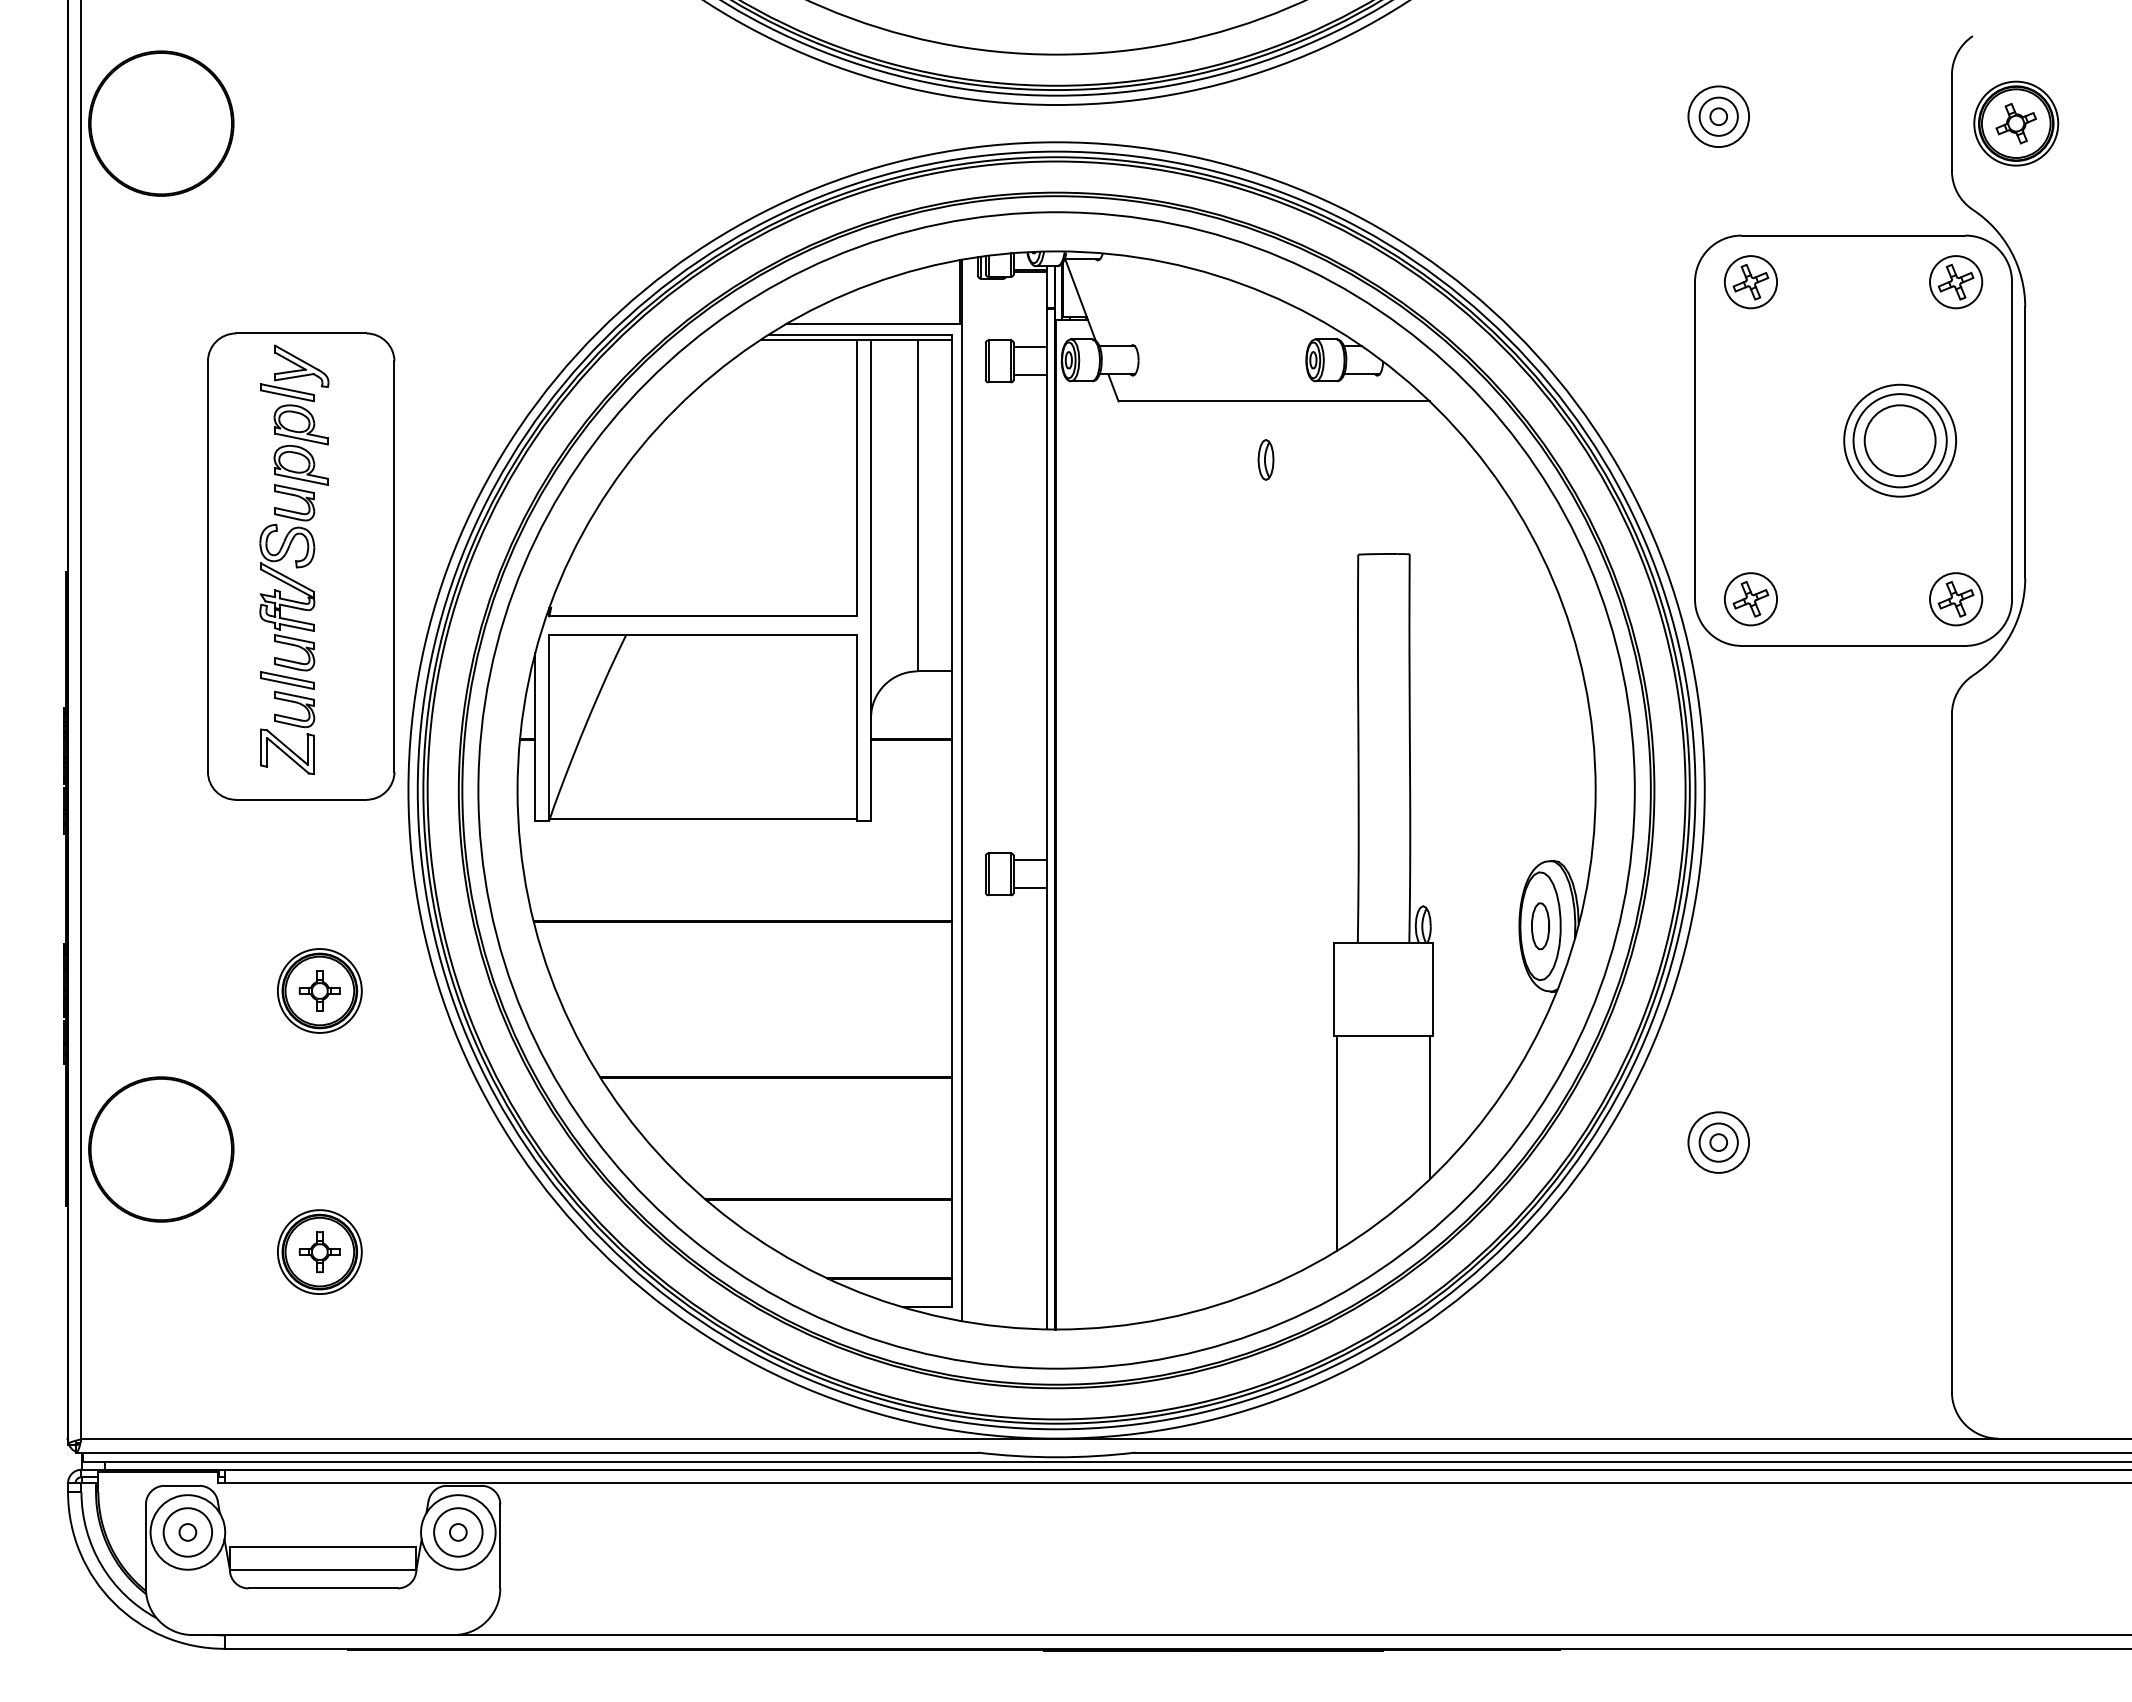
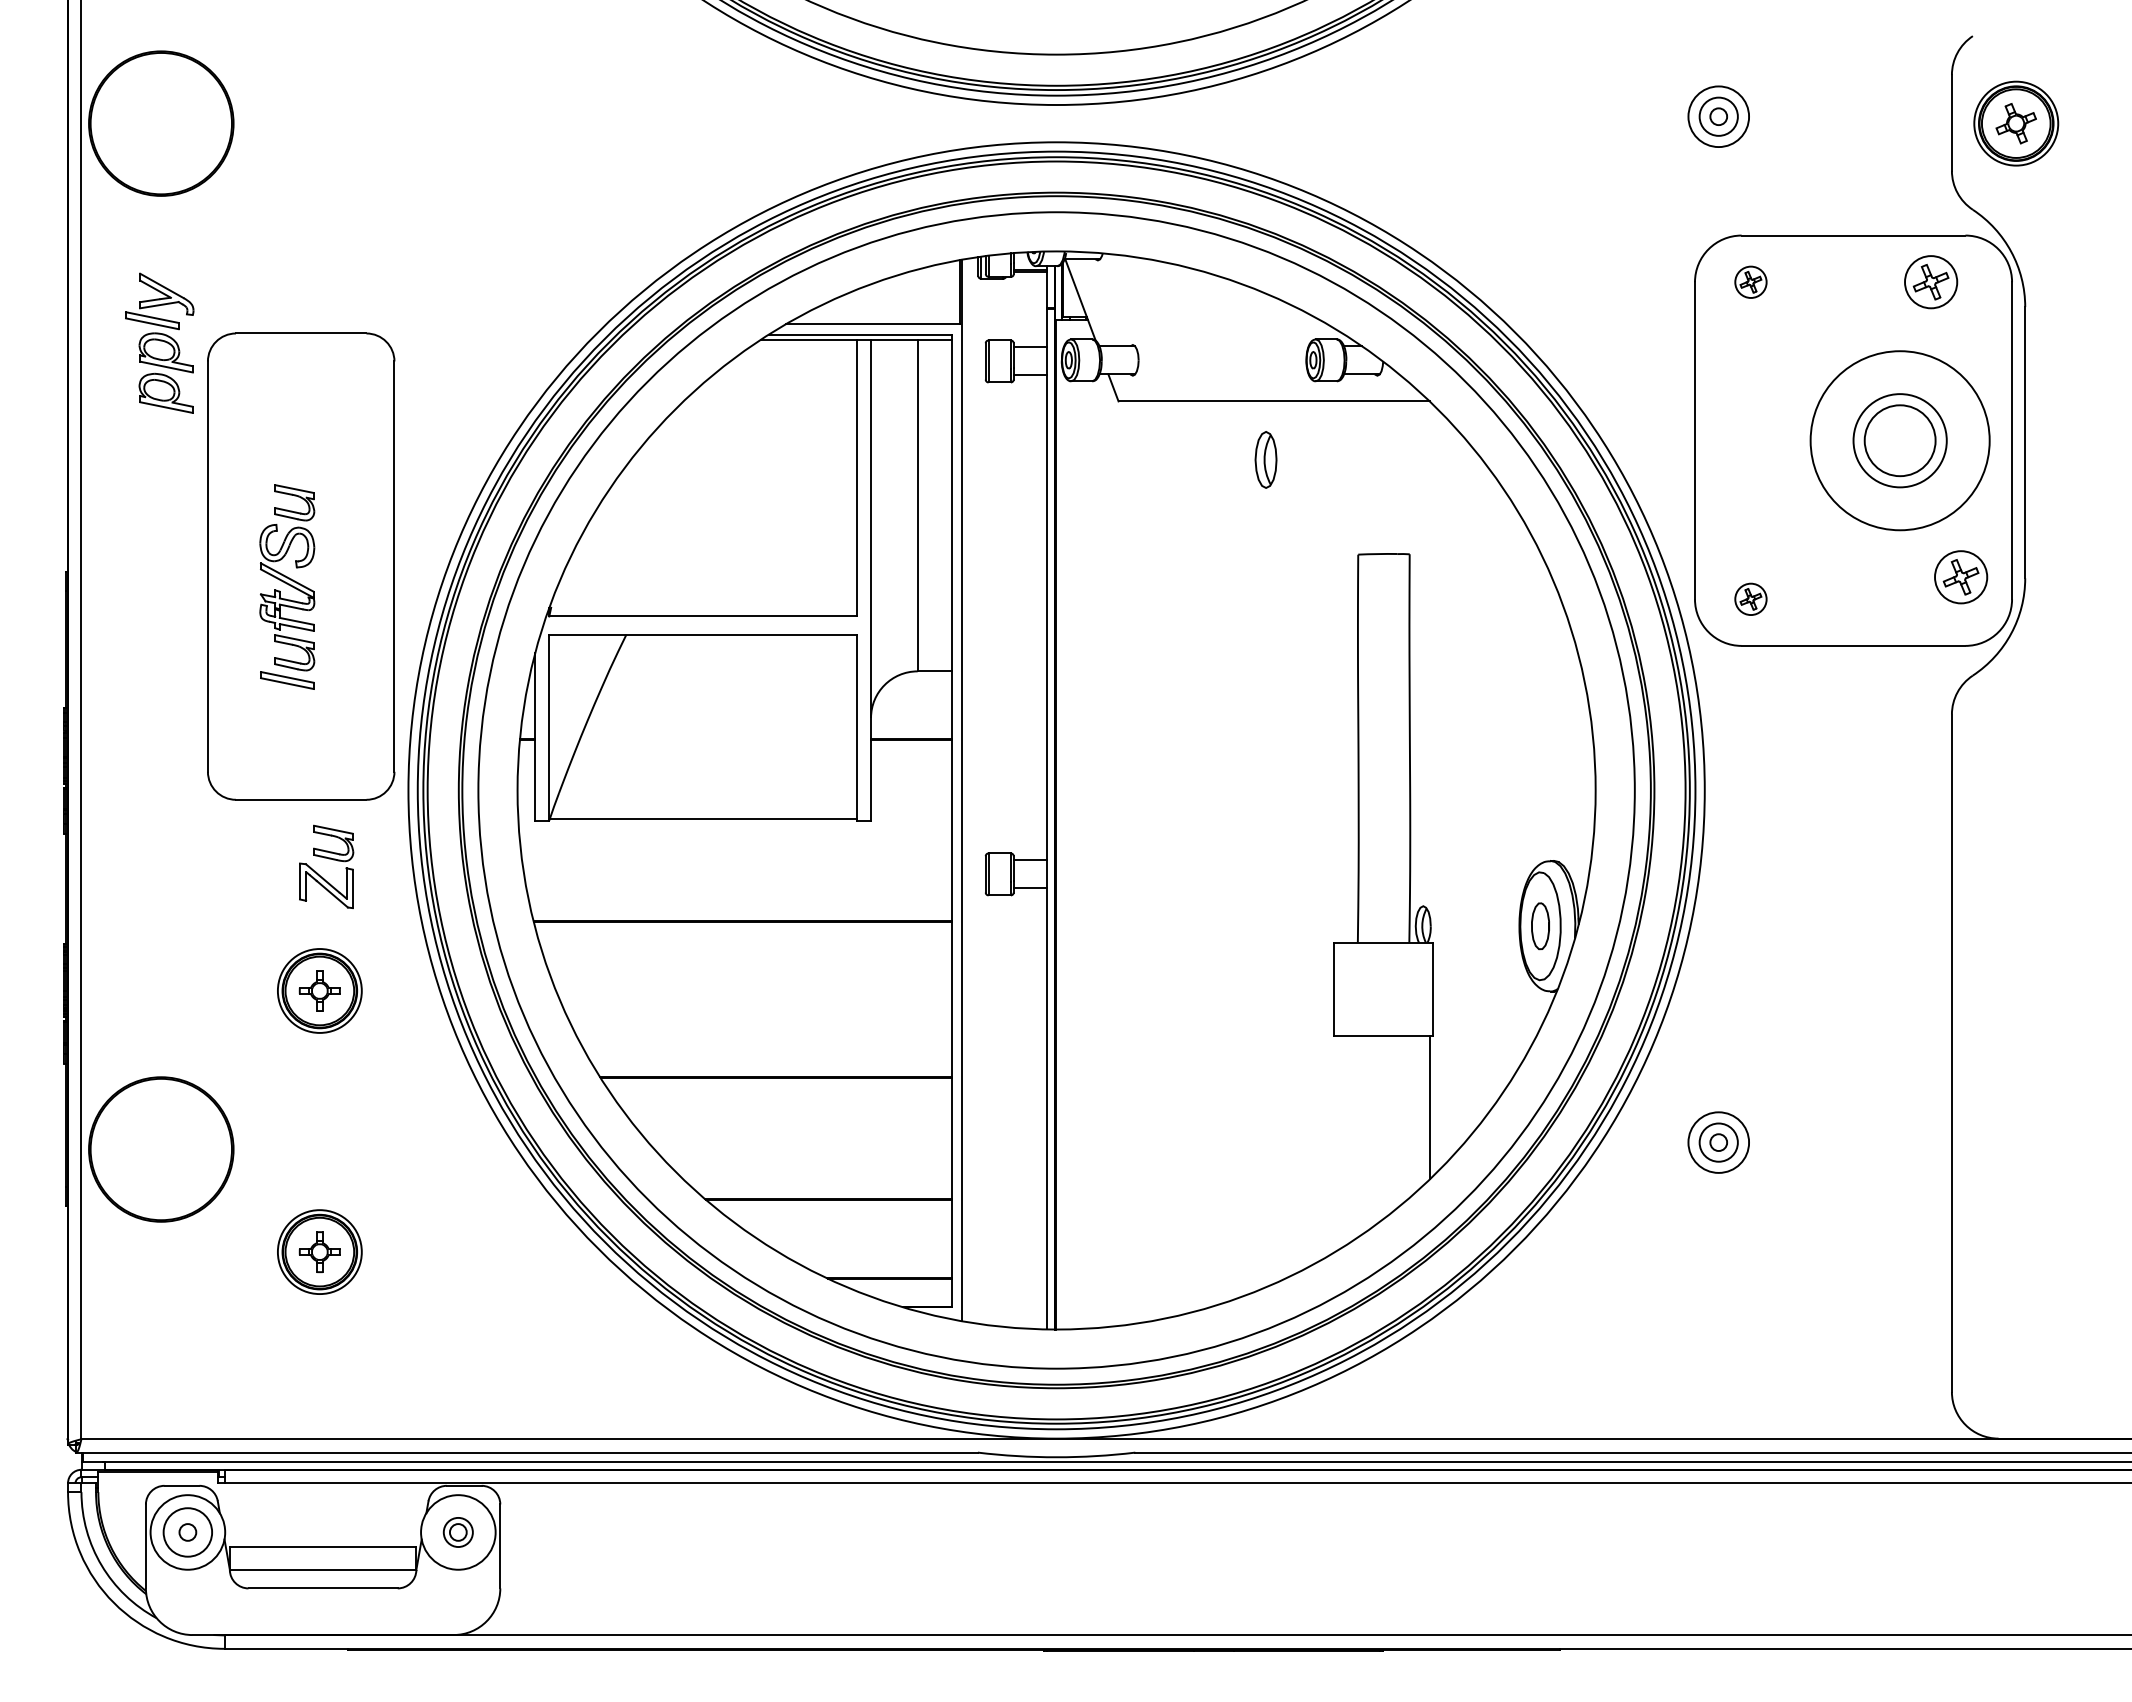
part at (1750, 282) size: 54x55 px -> 34x34 px
part at (1956, 282) position: (1956, 282) -> (1931, 282)
part at (294, 414) position: (294, 414) -> (159, 342)
circle at (1900, 440) diameter: 112 px -> 179 px
part at (1265, 459) size: 18x42 px -> 24x58 px
part at (1750, 599) size: 54x55 px -> 34x34 px
part at (1956, 599) position: (1956, 599) -> (1961, 577)
part at (289, 725) position: (289, 725) -> (328, 859)
line at (1336, 1142): present -> none
circle at (458, 1532) diameter: 48 px -> 29 px
